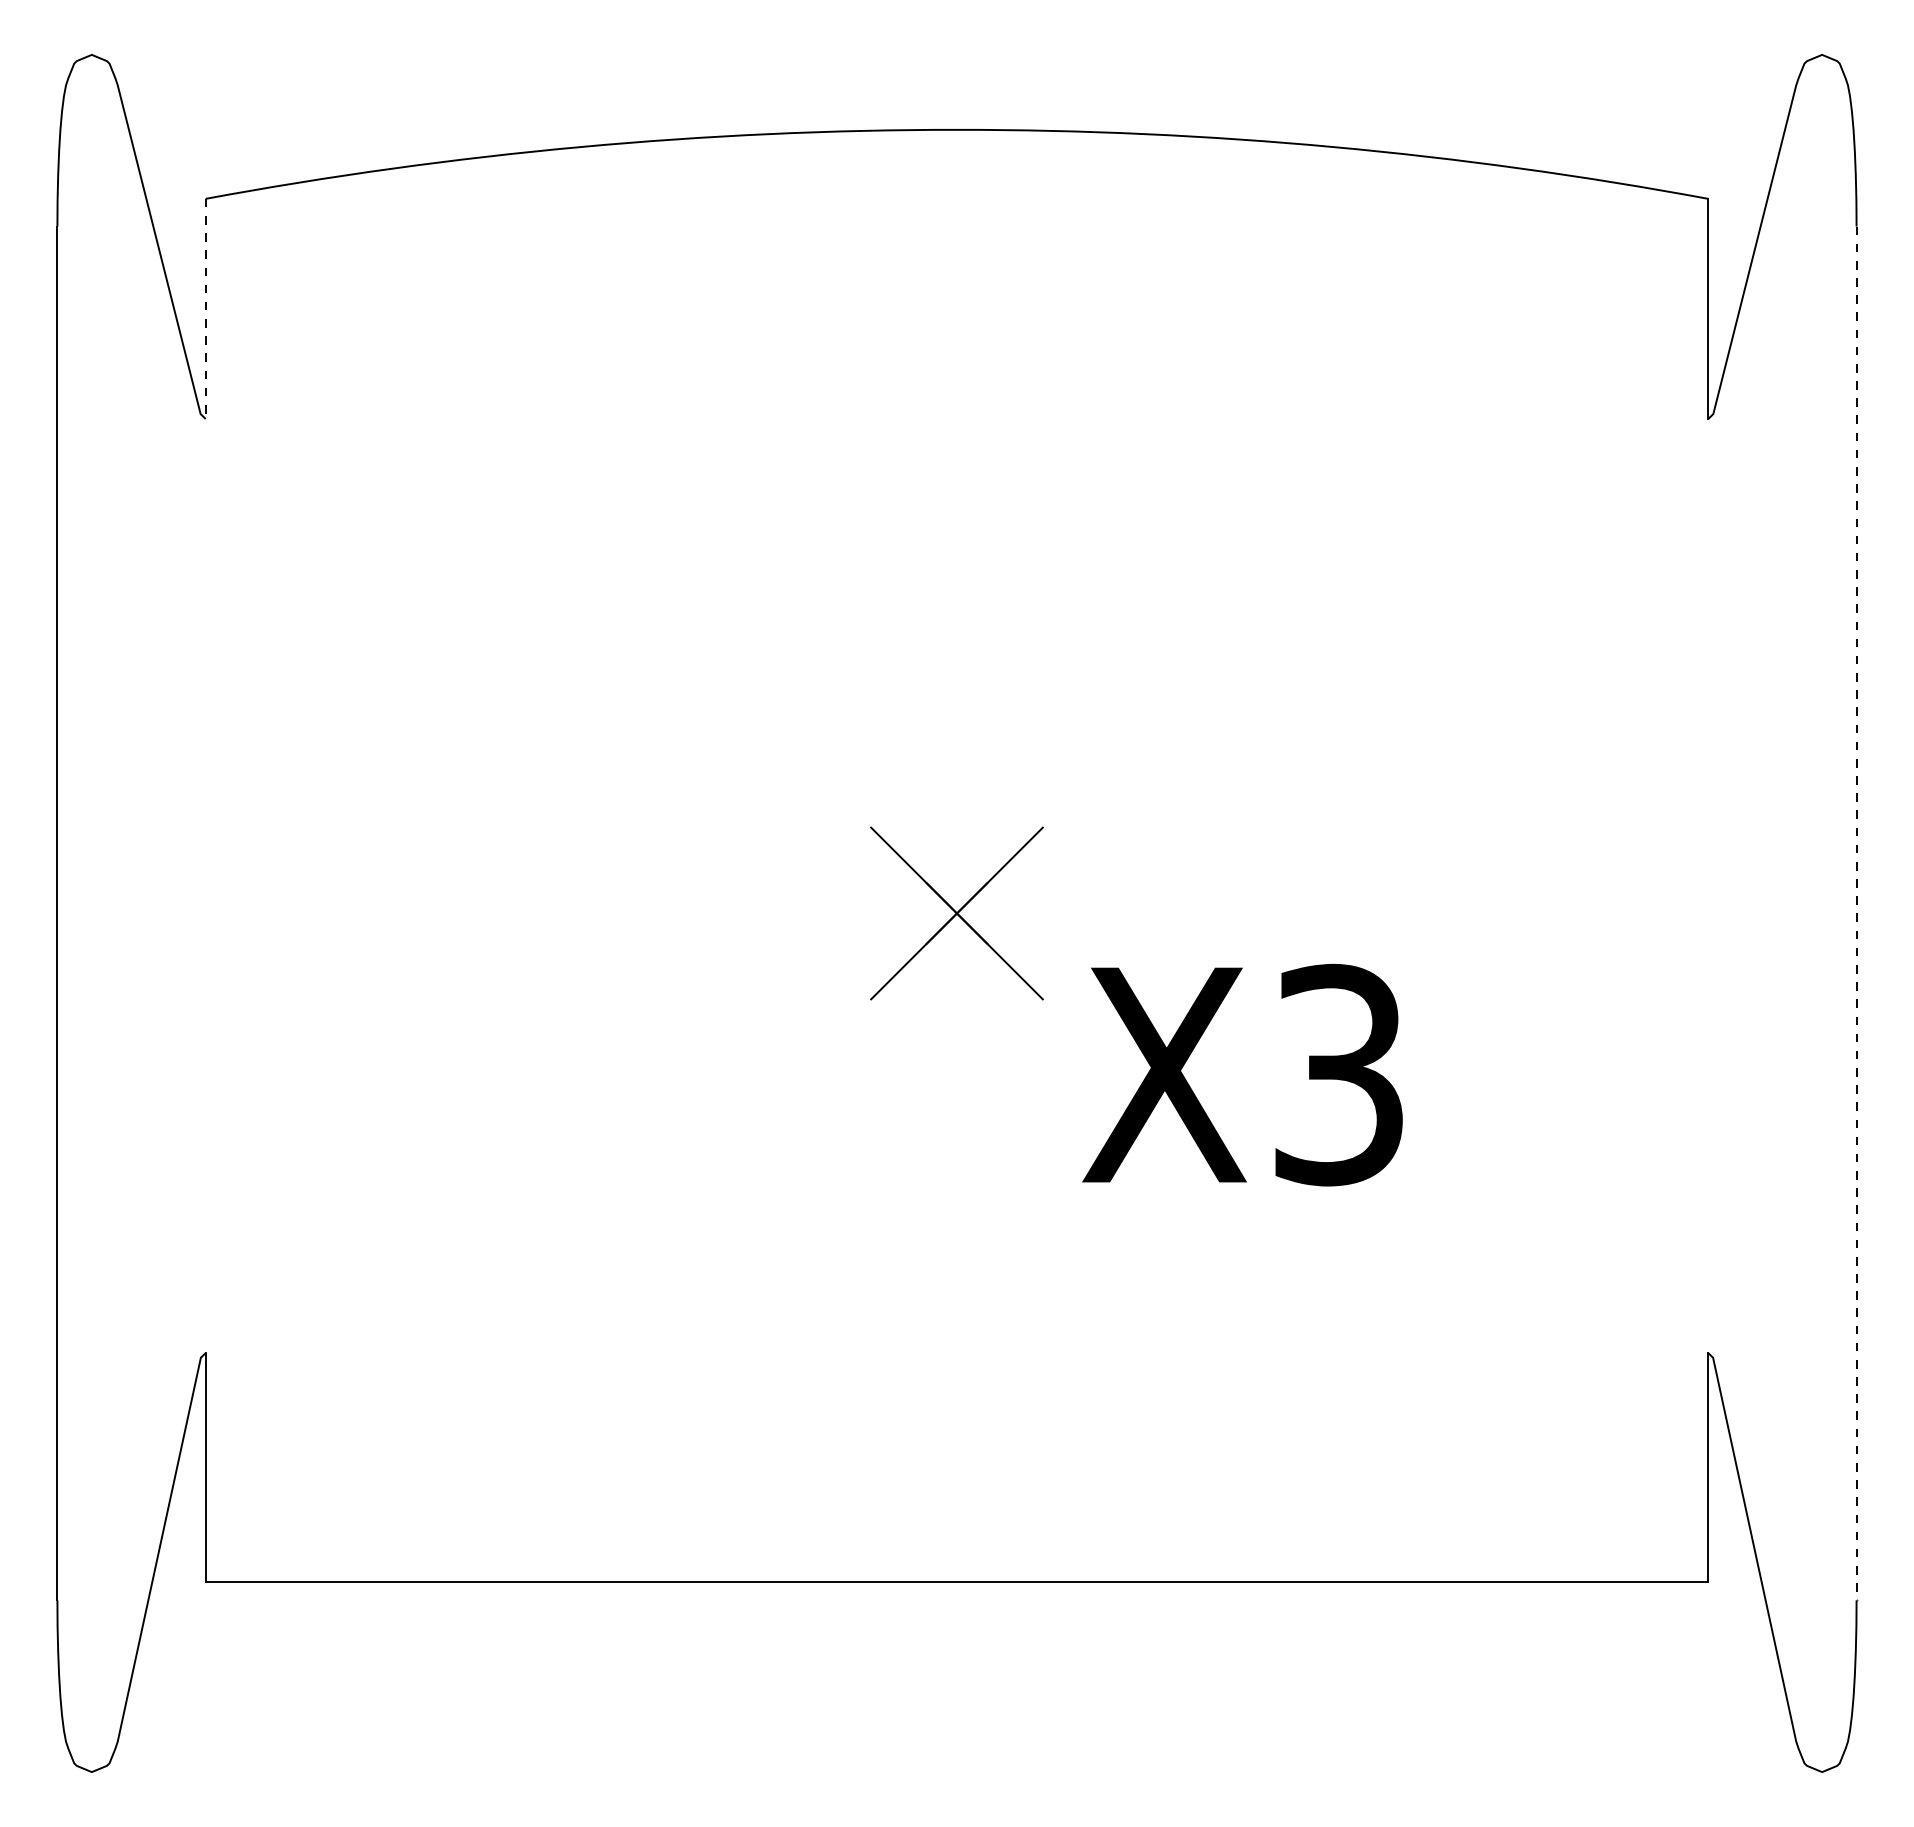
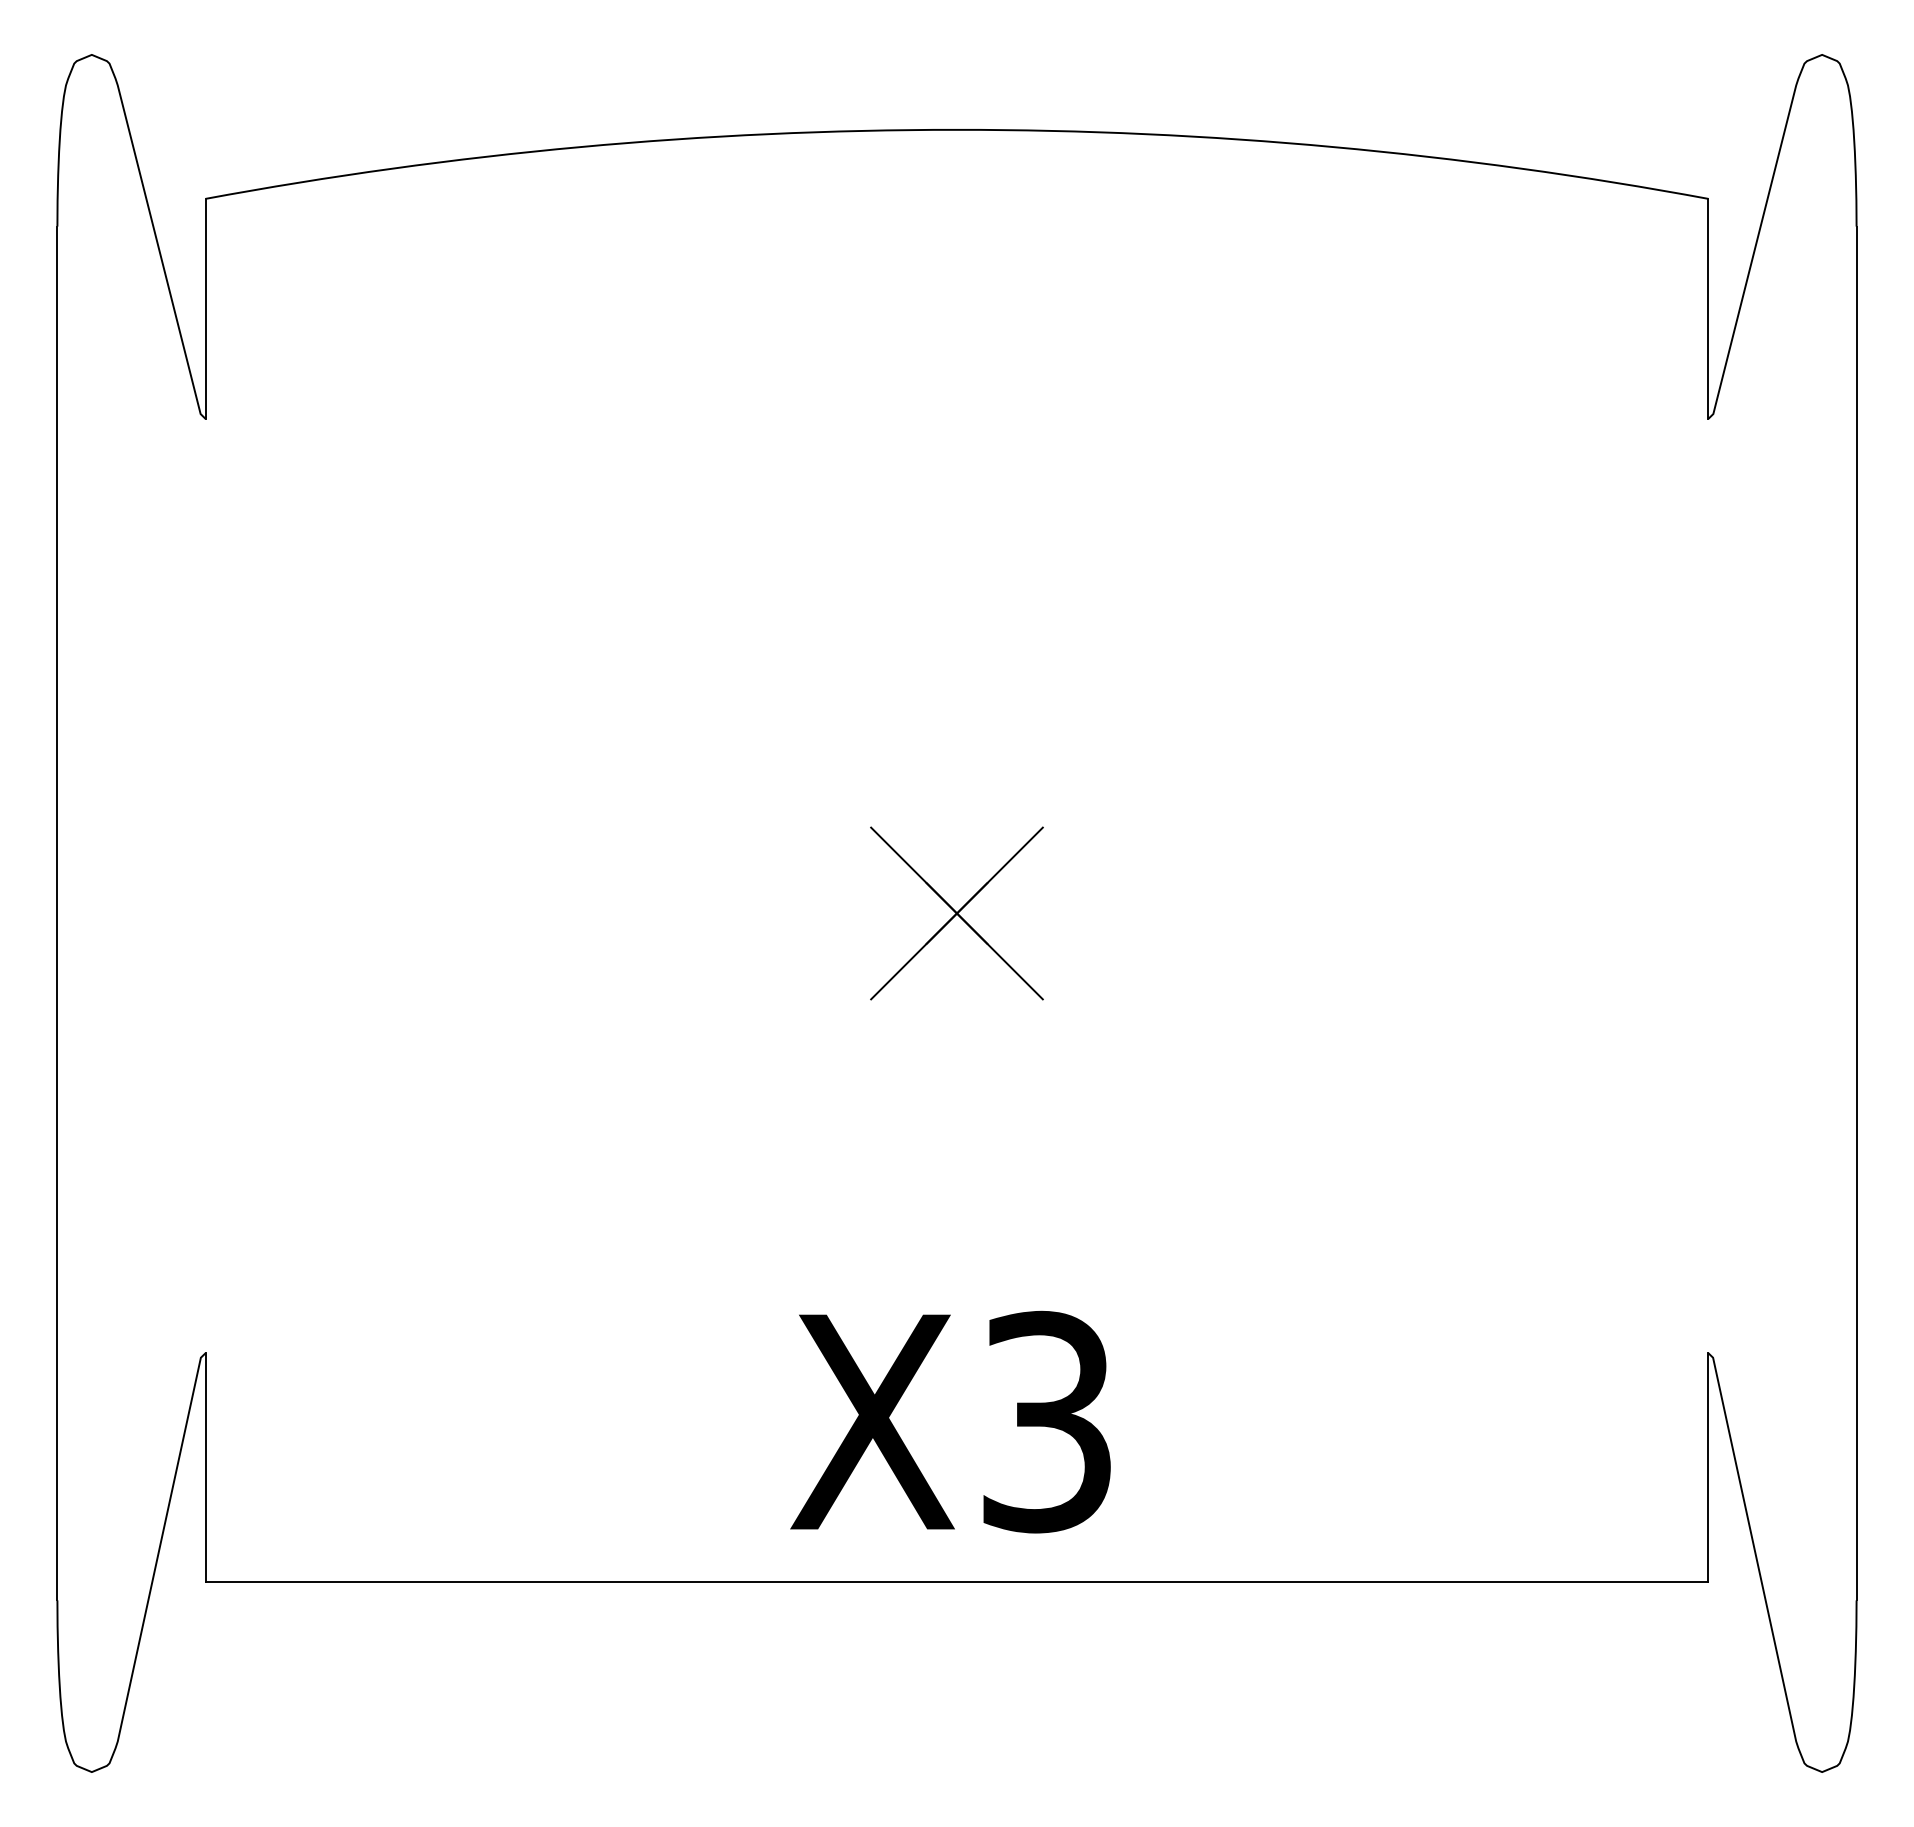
line at (205, 309): dashed -> solid
line at (1856, 913): dashed -> solid
text at (1242, 1074) position: (1242, 1074) -> (950, 1421)
